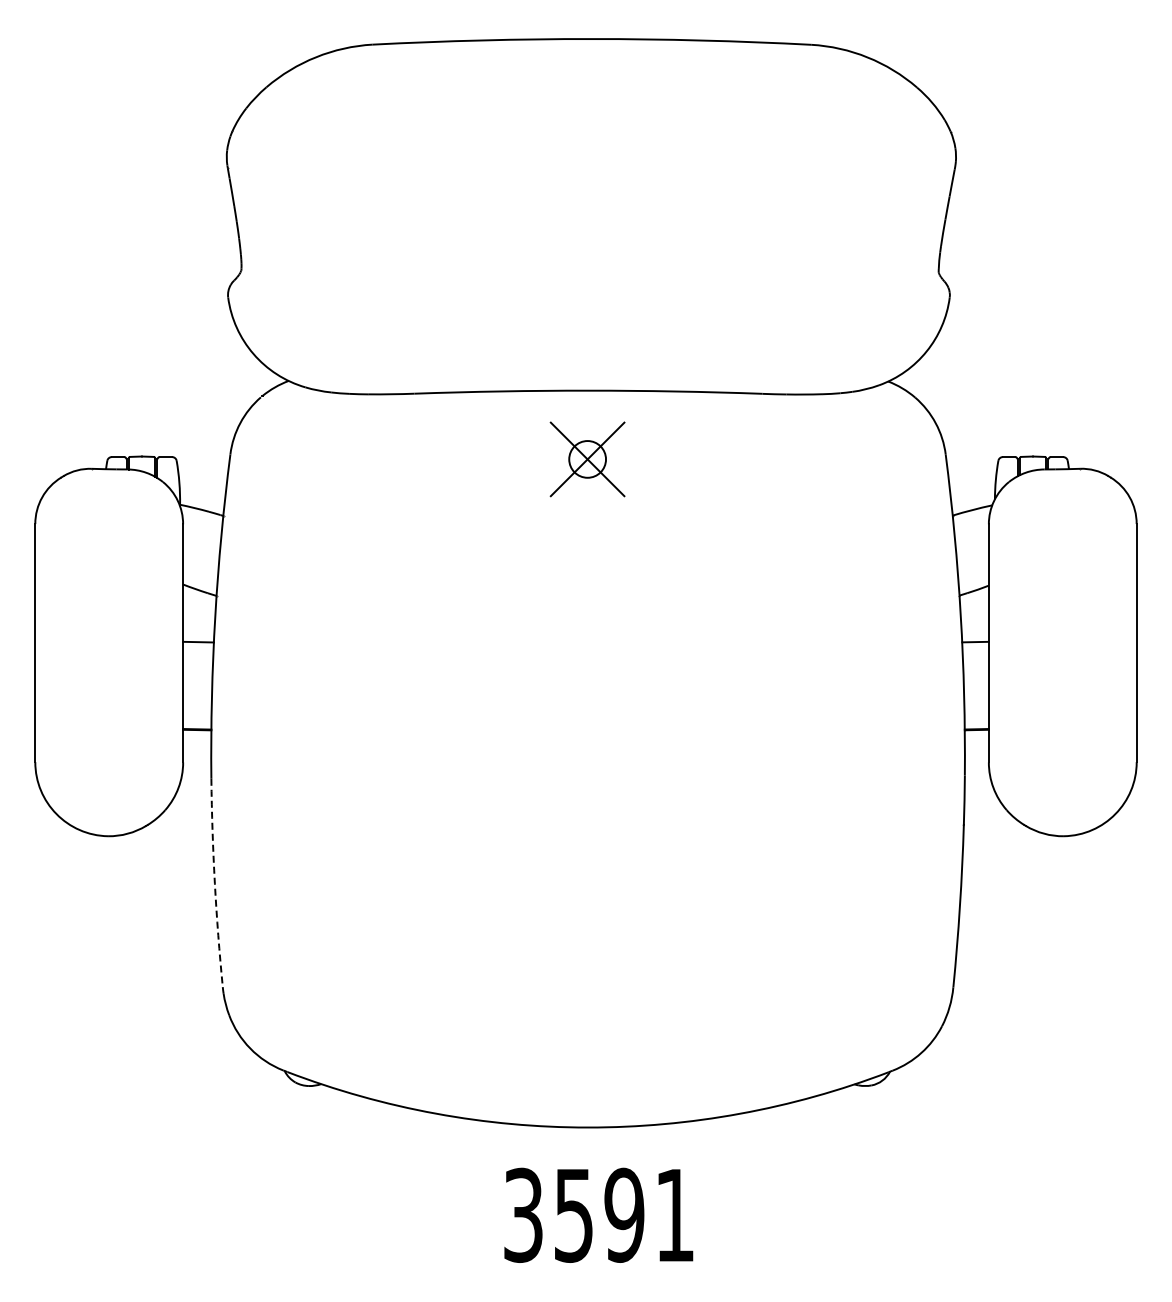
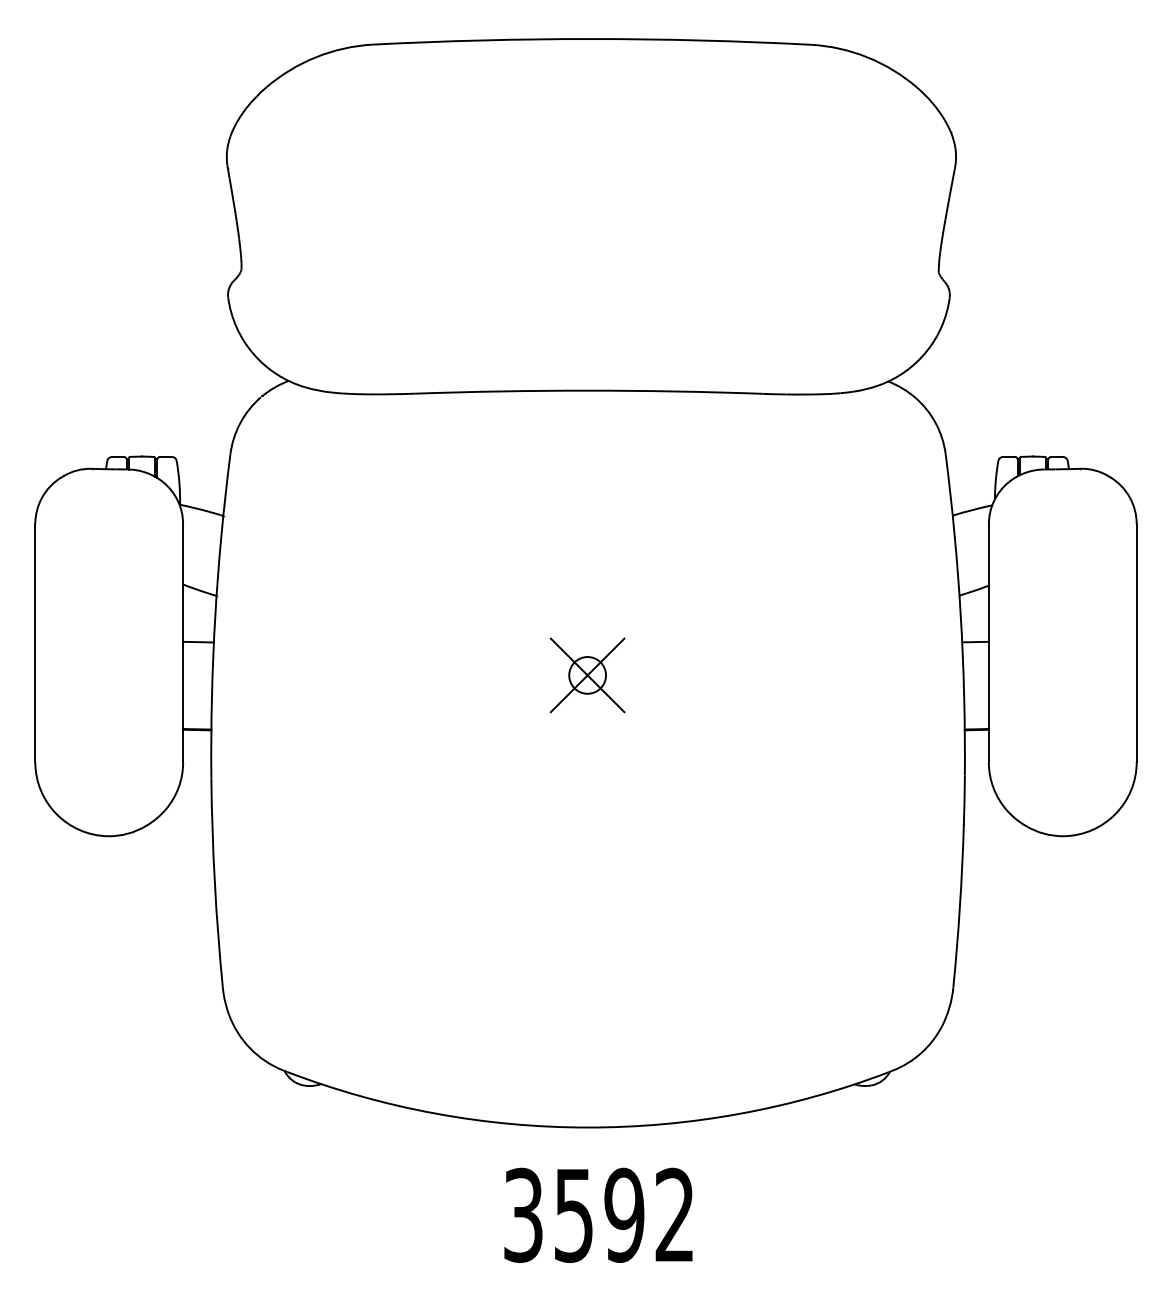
part at (587, 459) position: (587, 459) -> (587, 675)
arc at (214, 883): dashed -> solid
text at (674, 1214): 3591 -> 3592
